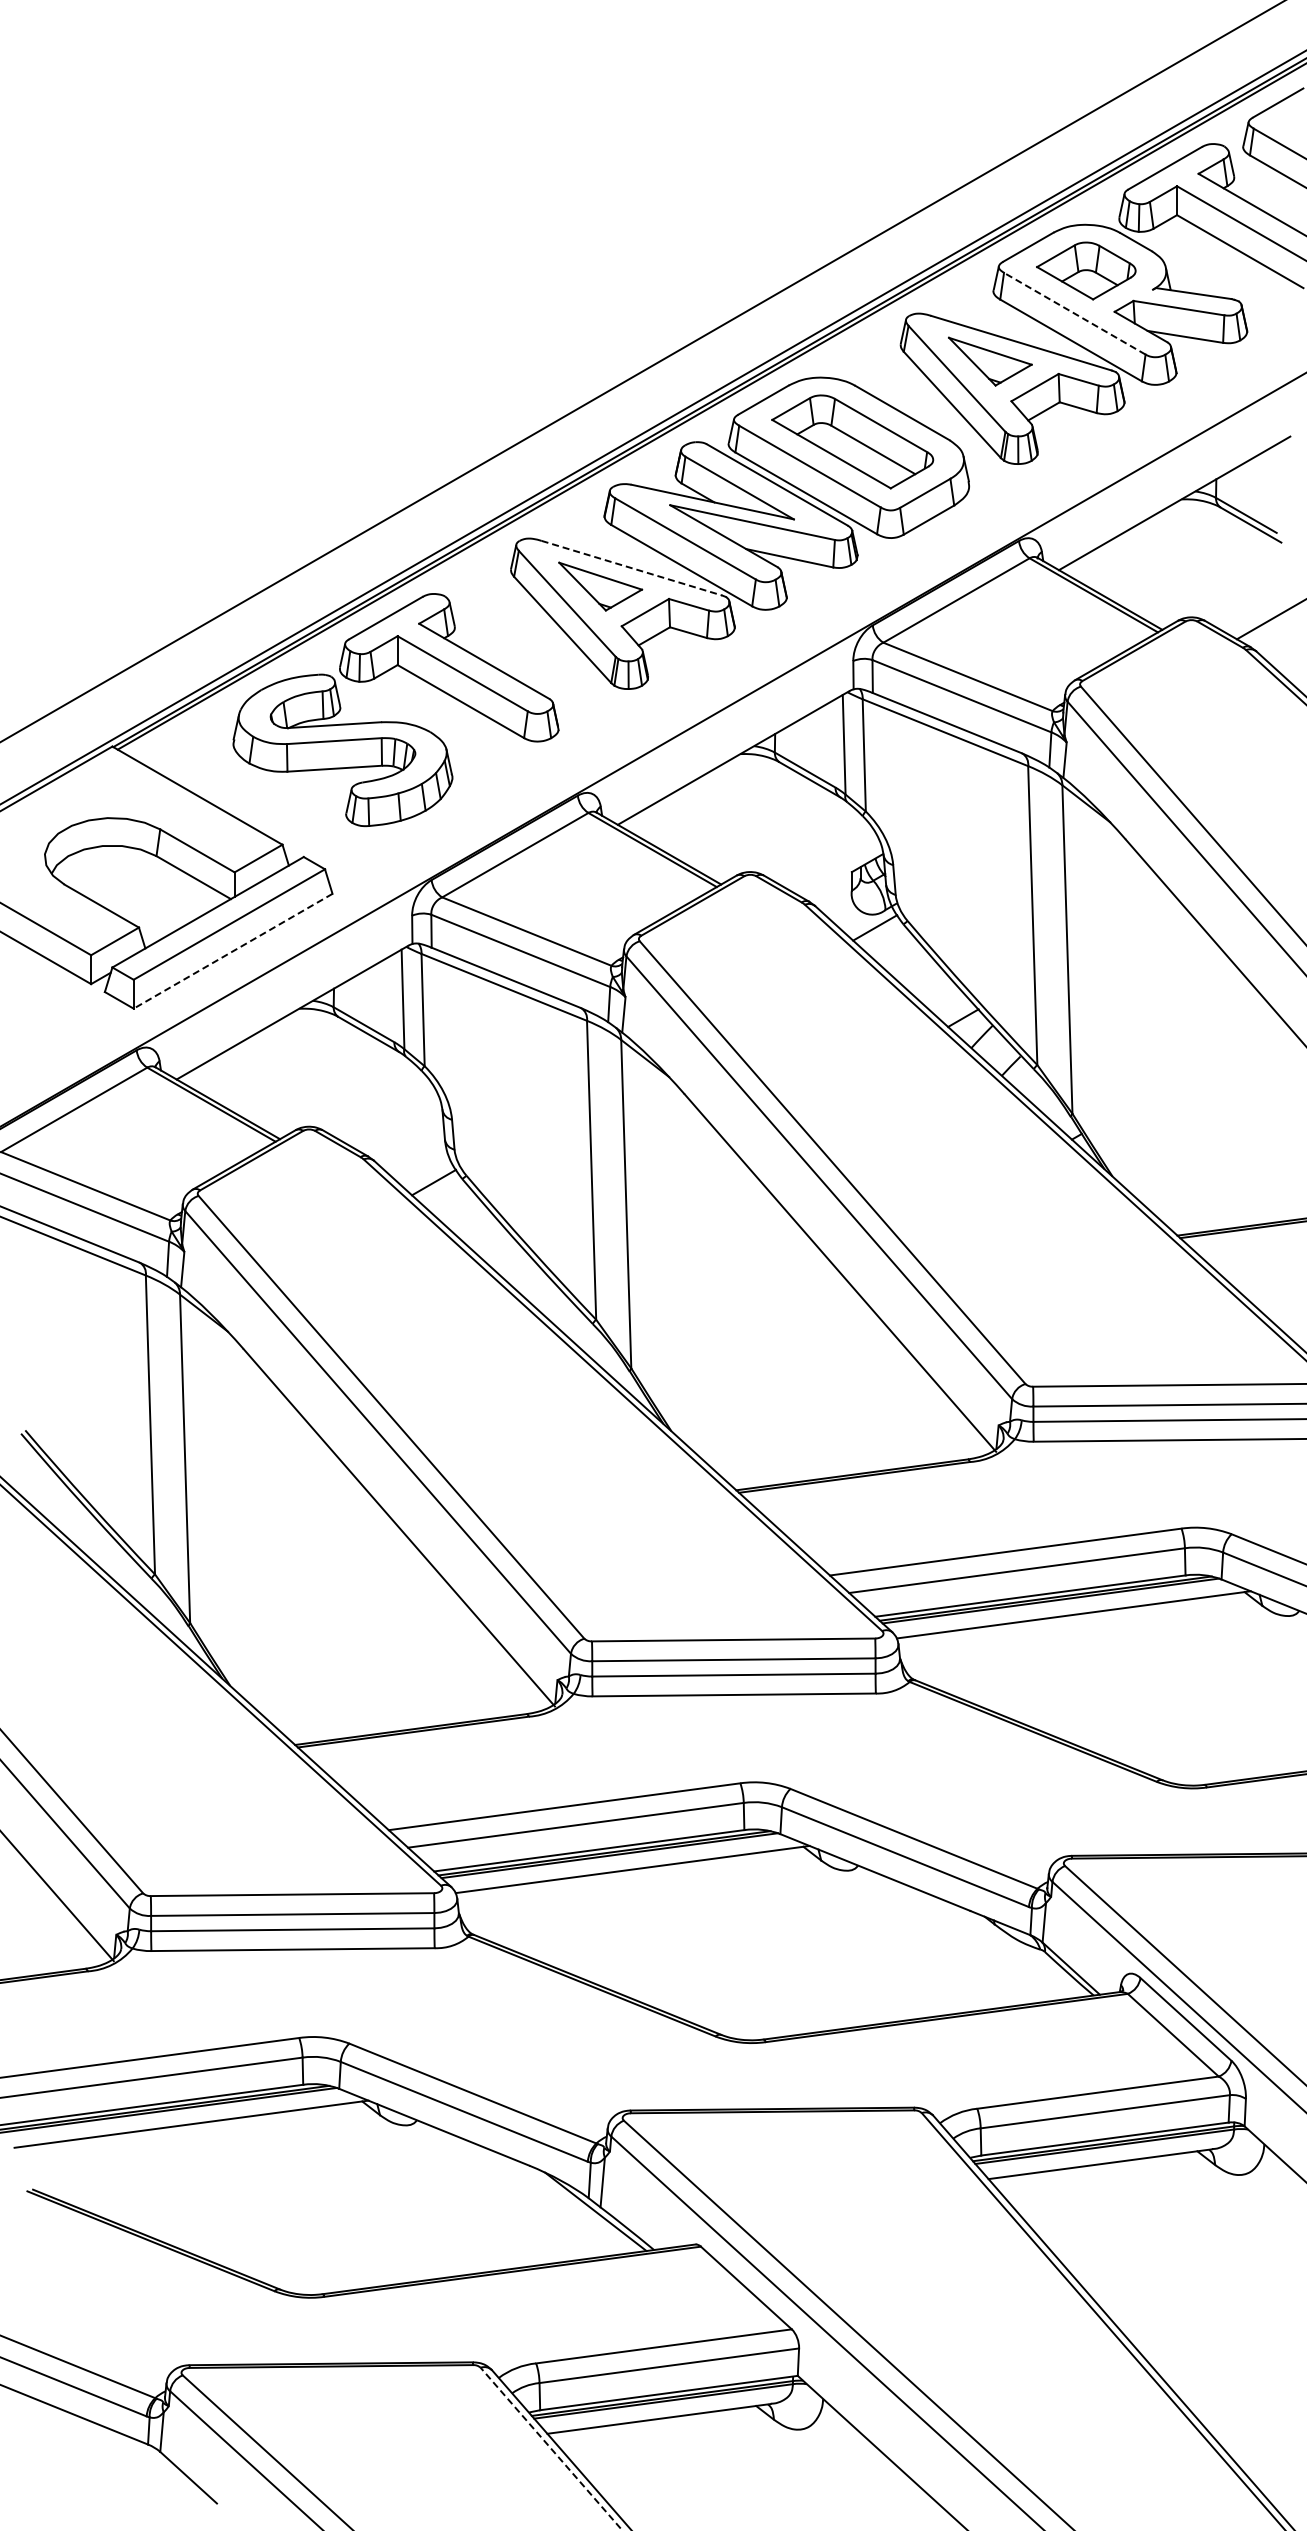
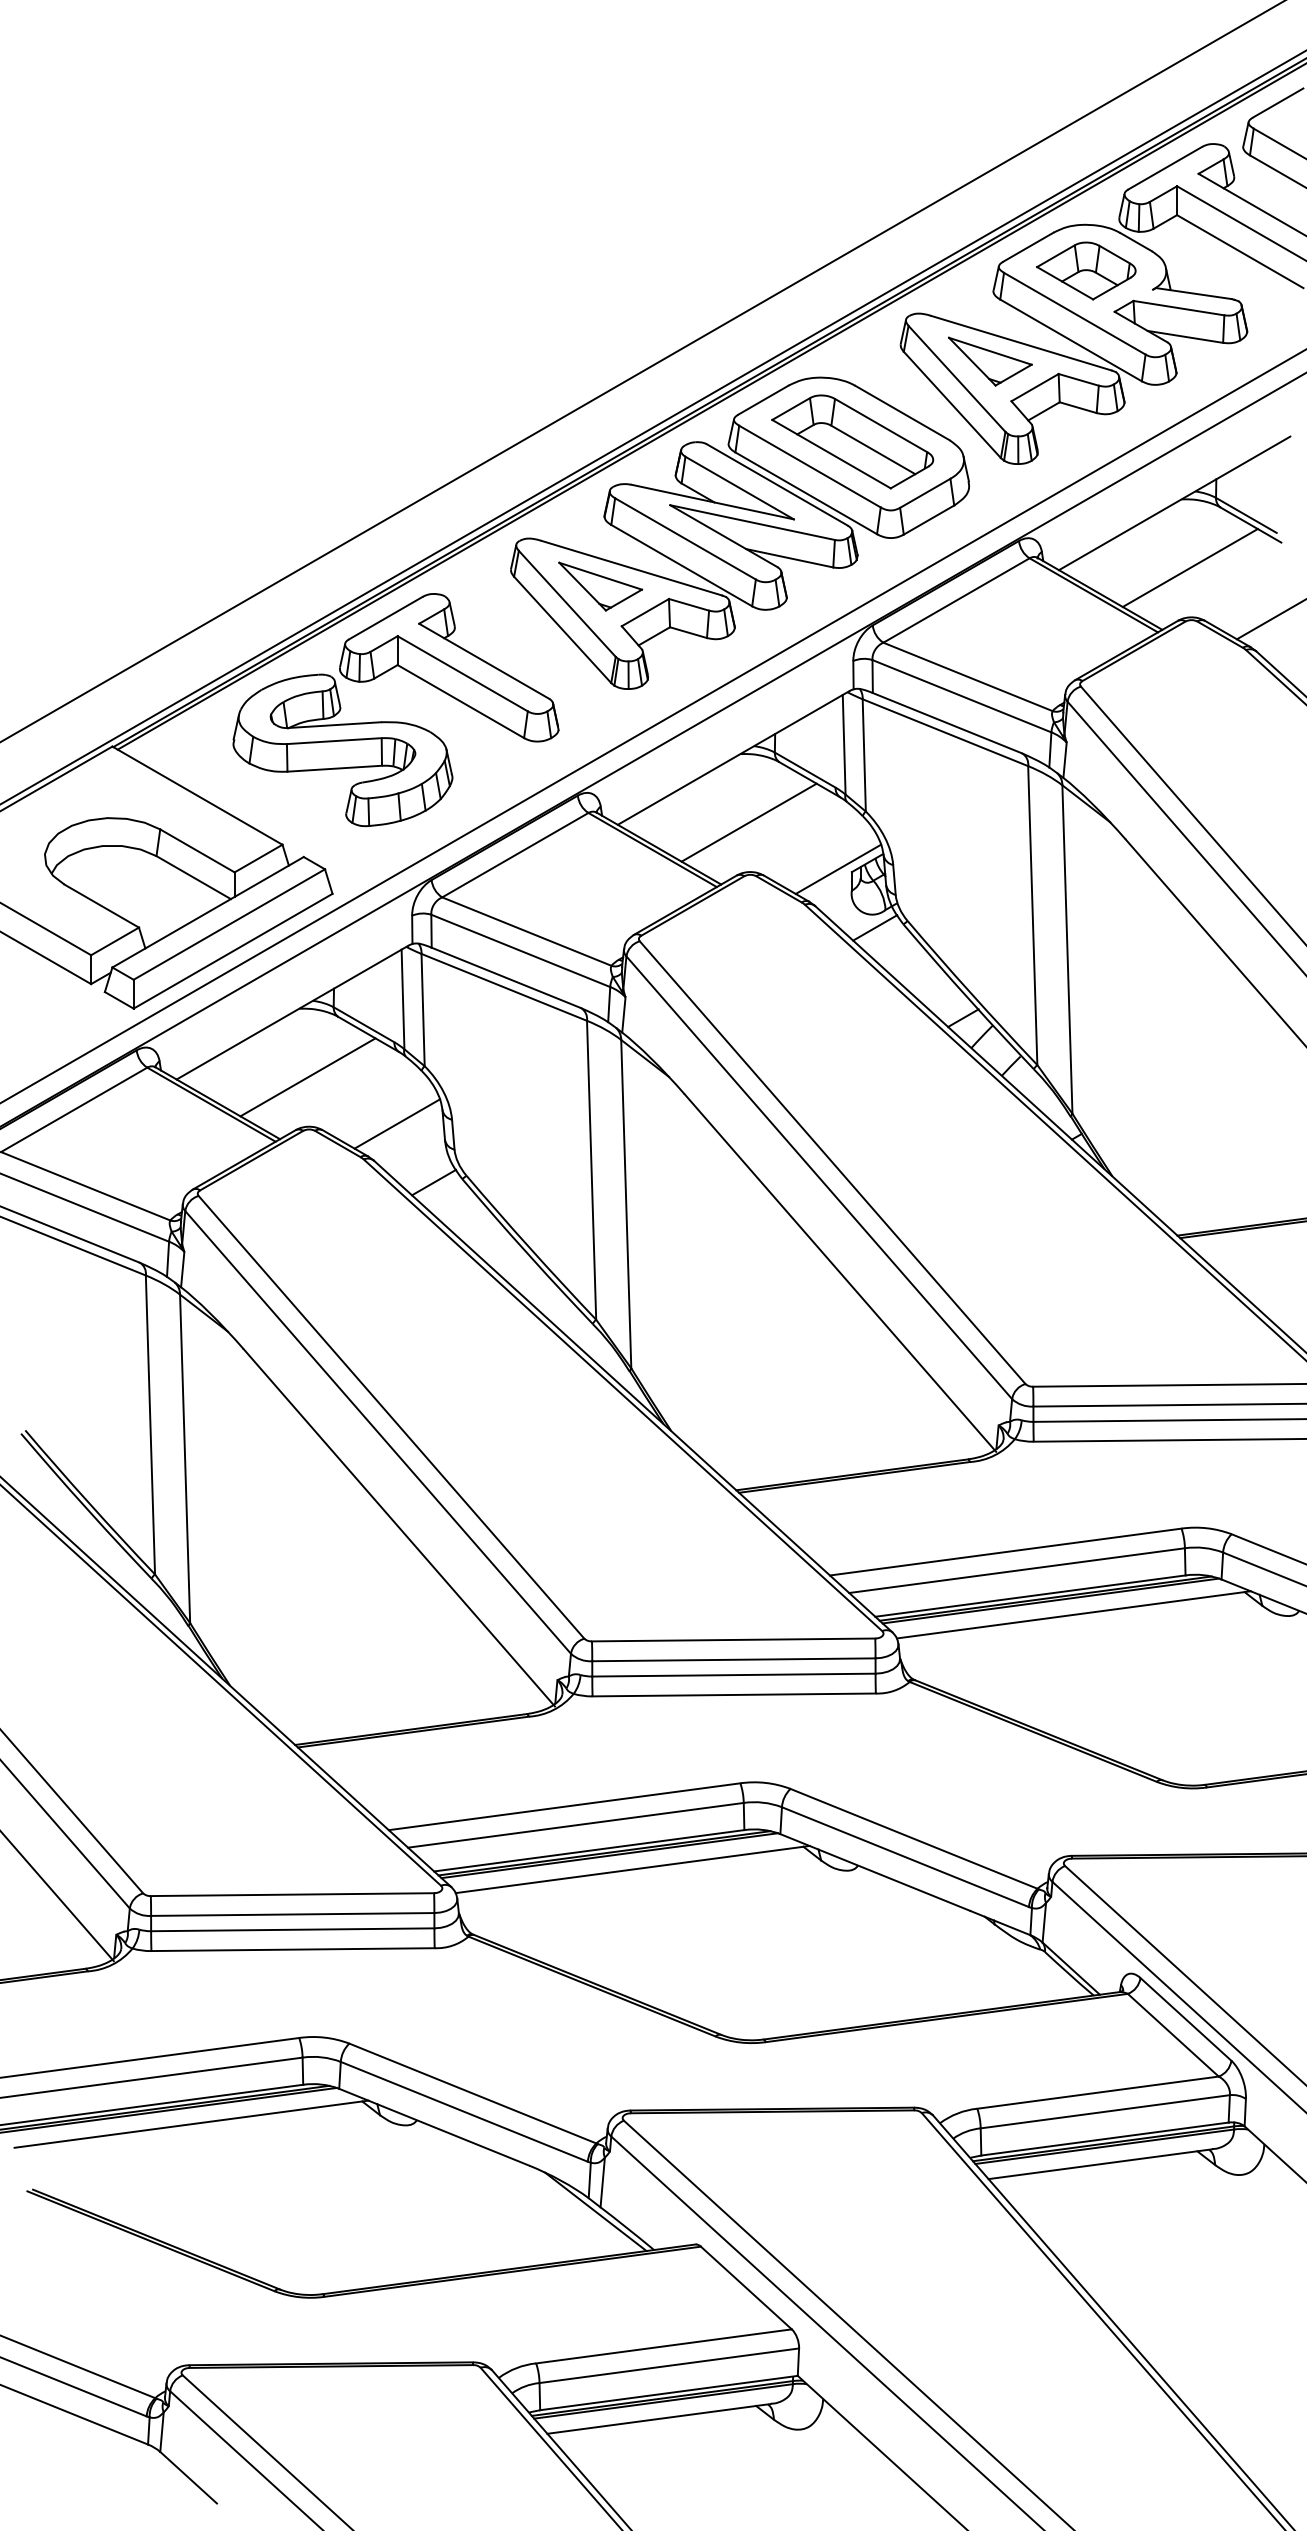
line at (1074, 313): dashed -> solid
line at (632, 568): dashed -> solid
line at (1189, 568): none -> present
line at (652, 726): none -> present
line at (748, 822): none -> present
line at (838, 868): none -> present
line at (233, 951): dashed -> solid
line at (307, 1077): none -> present
line at (396, 1123): none -> present
line at (551, 2449): dashed -> solid
